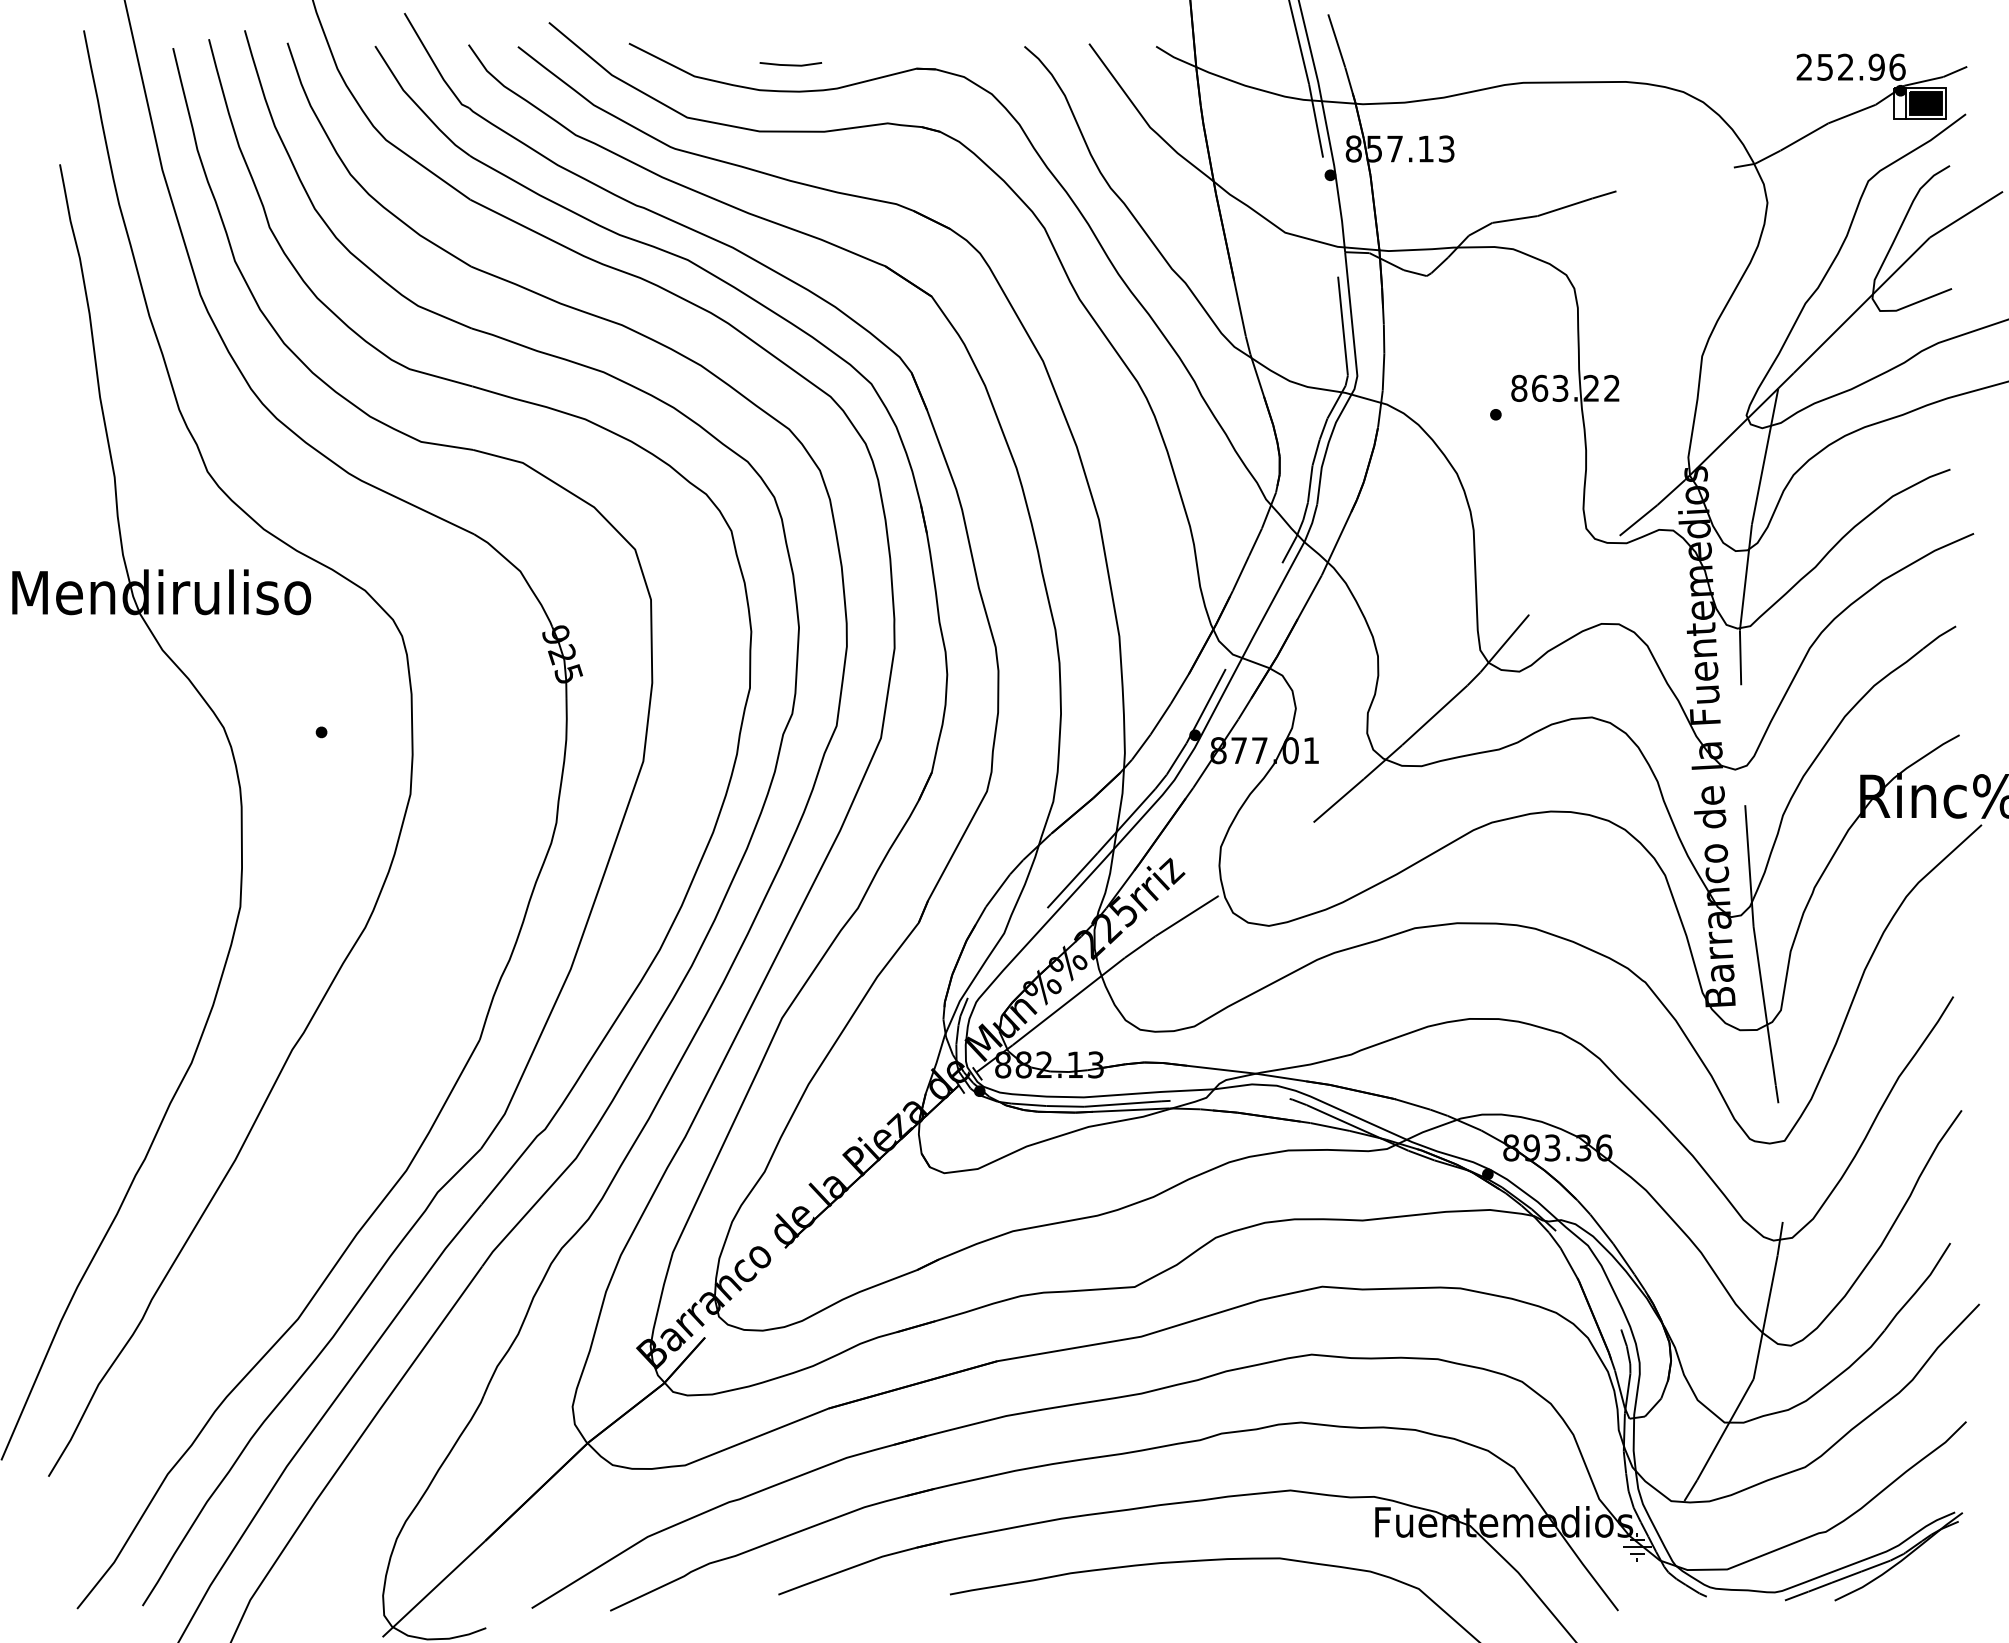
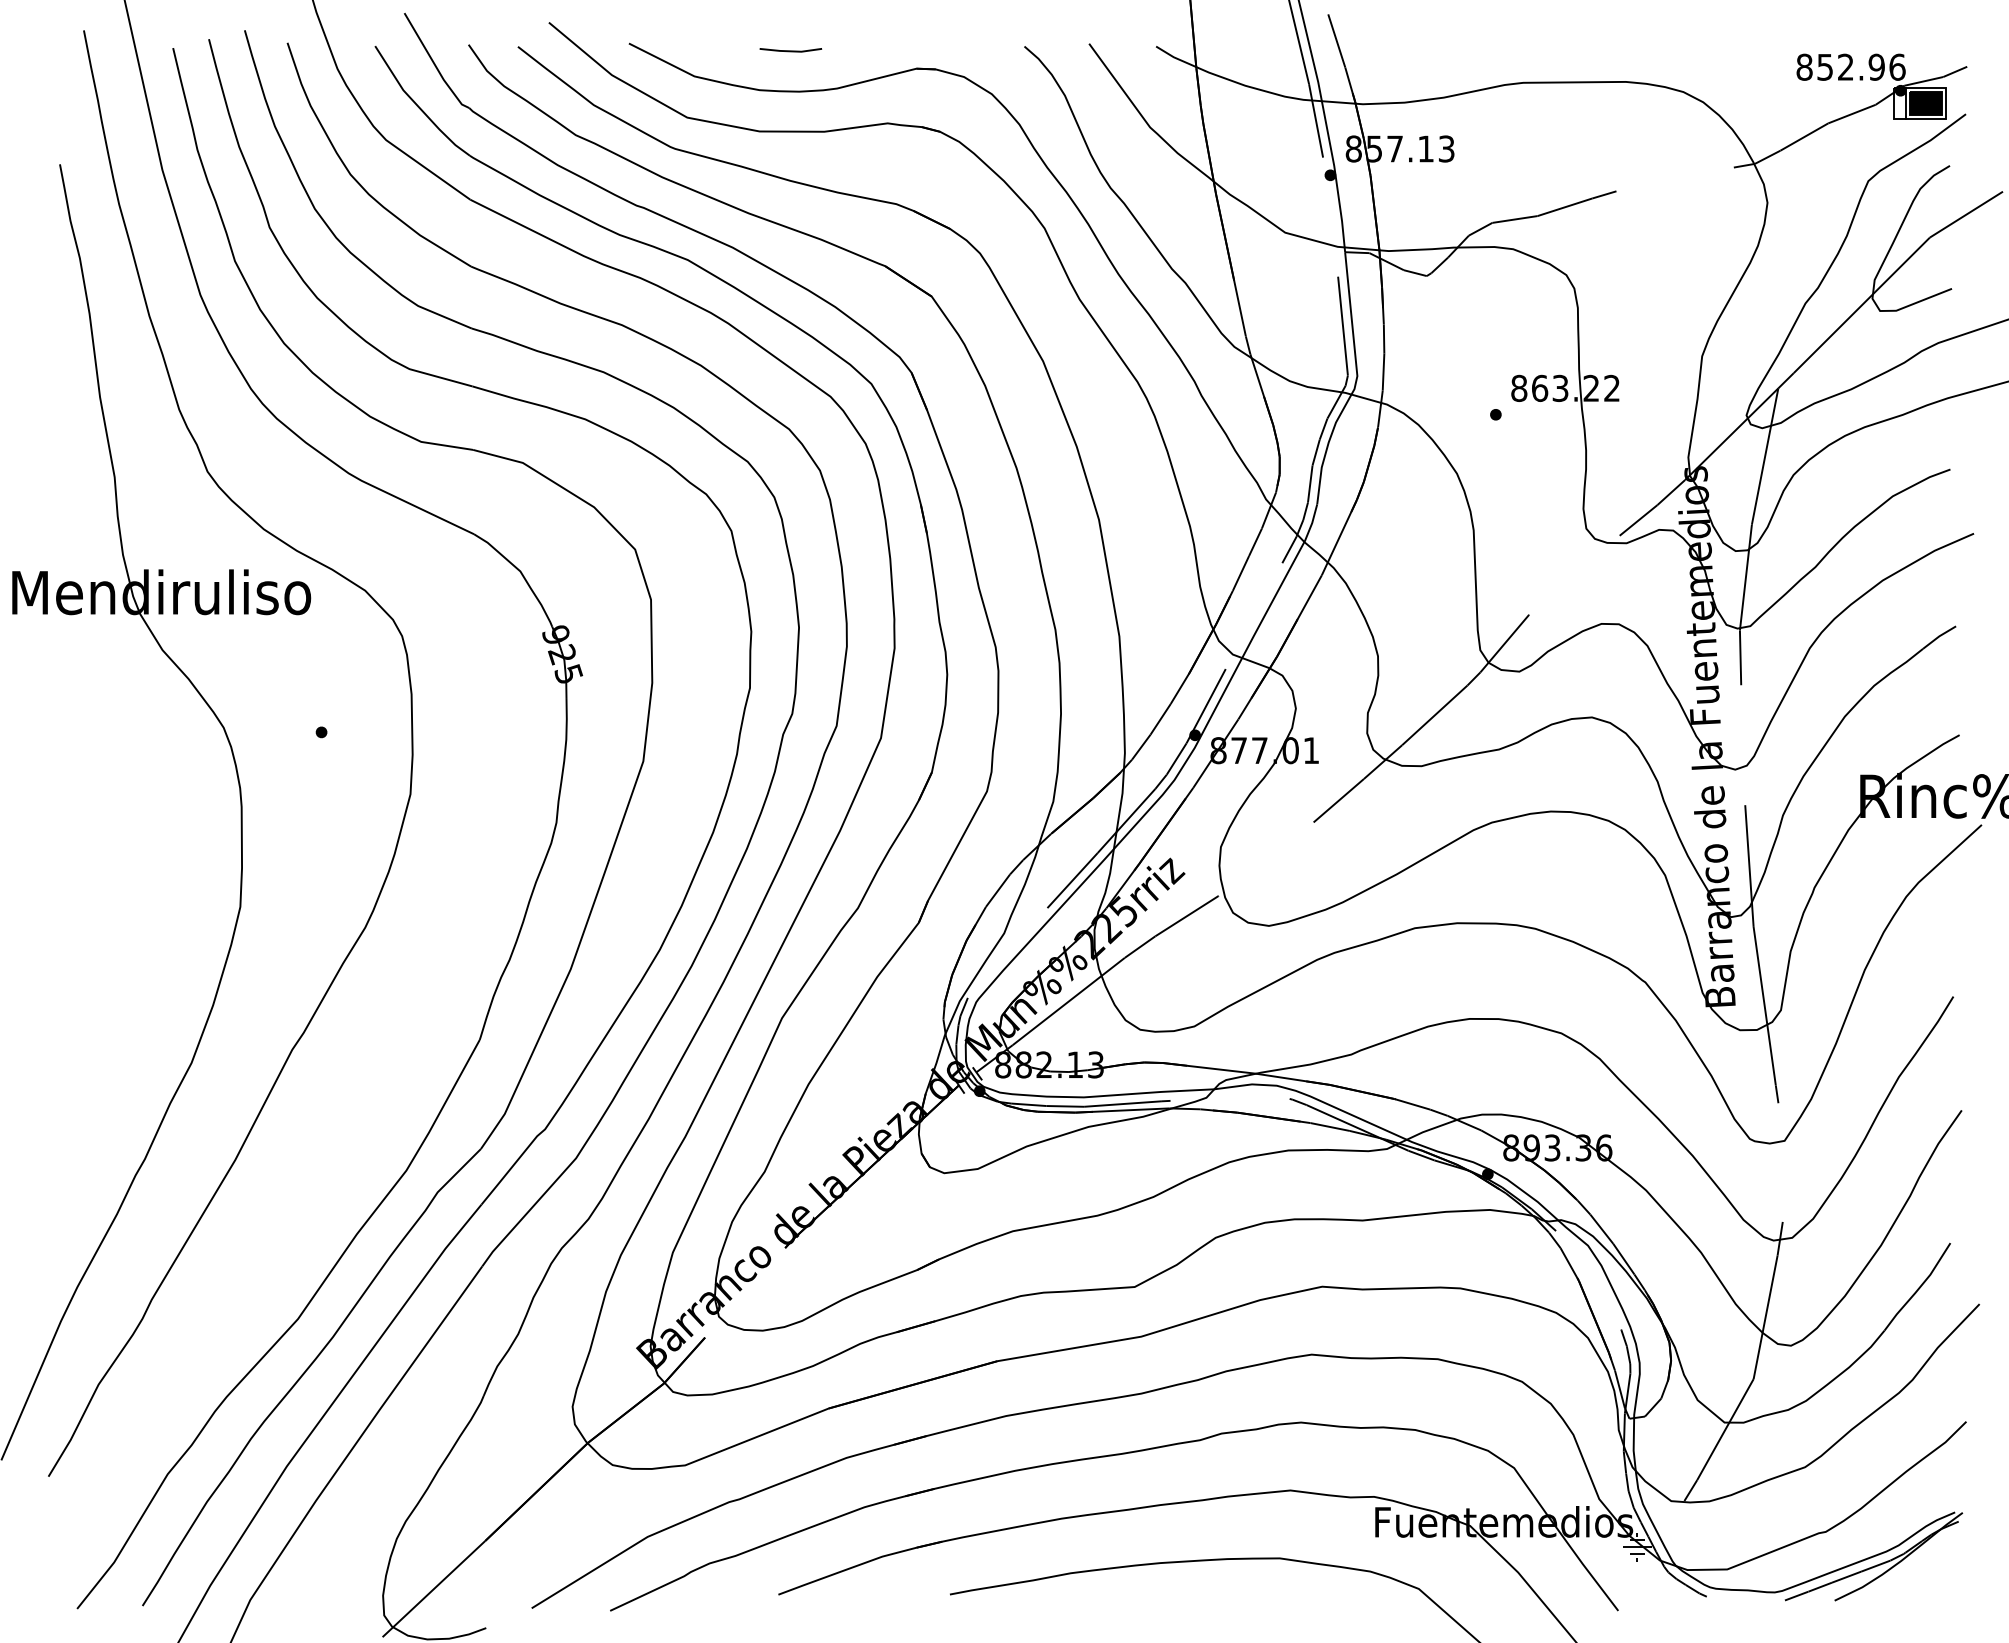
line at (790, 64) position: (790, 64) -> (790, 50)
text at (1804, 66): 252.96 -> 852.96
